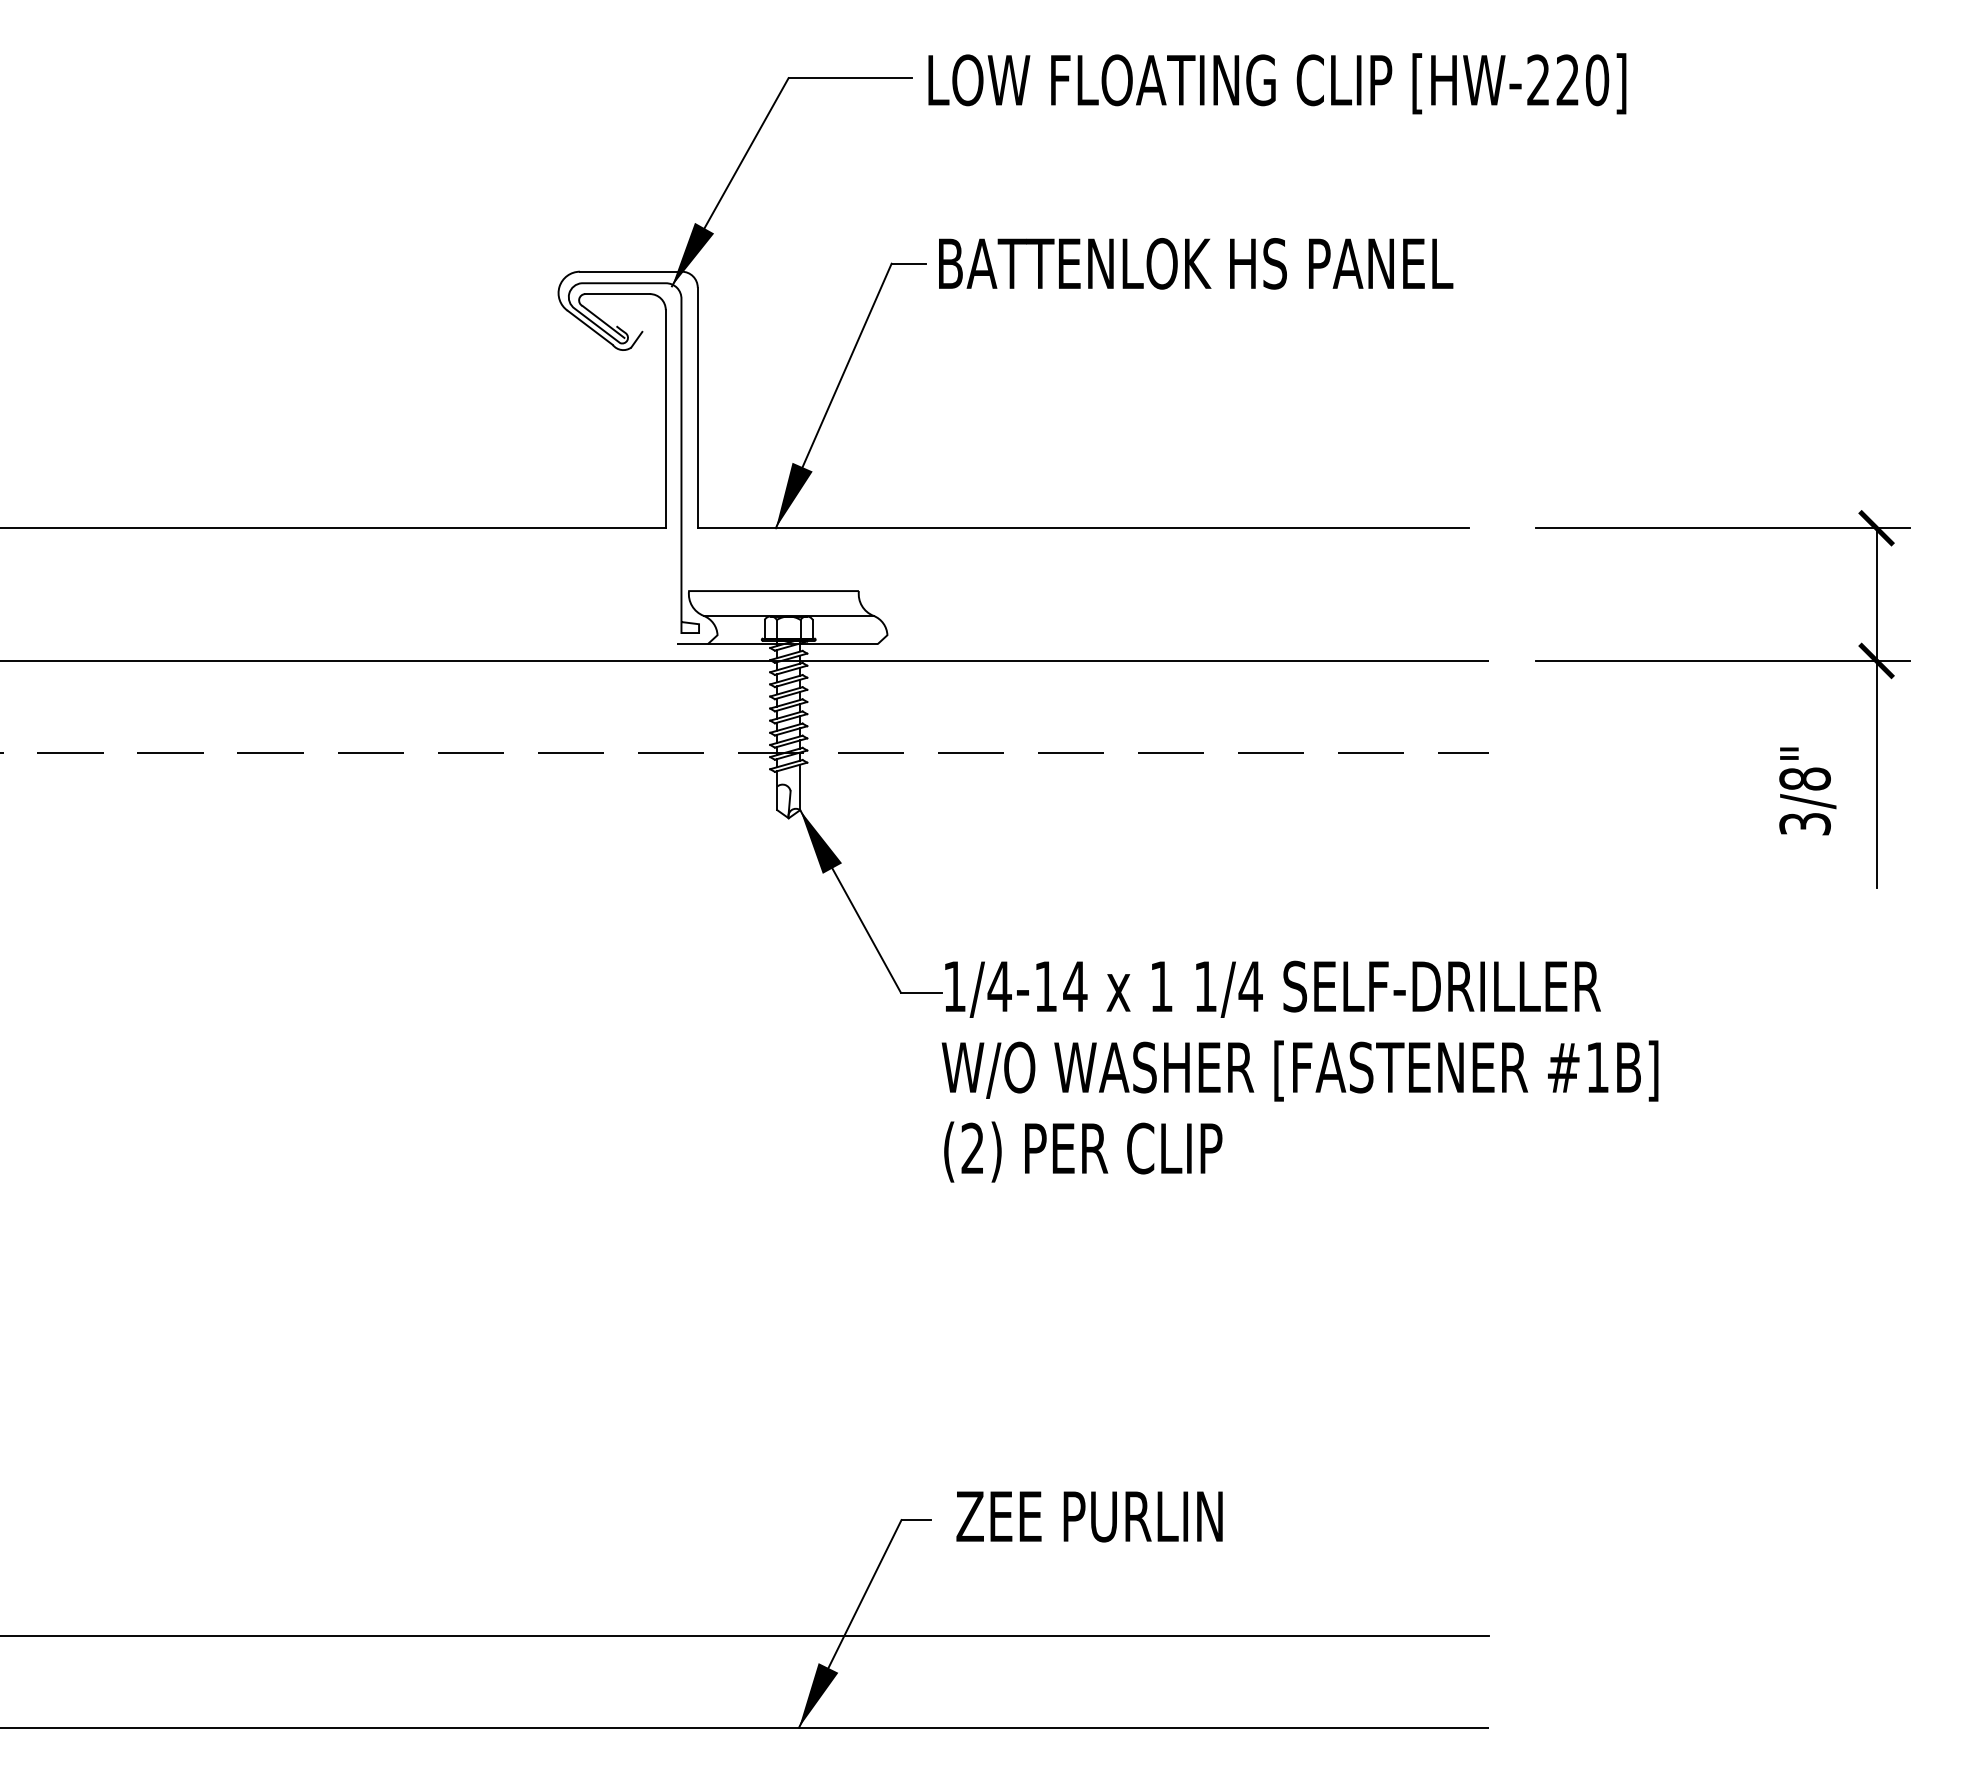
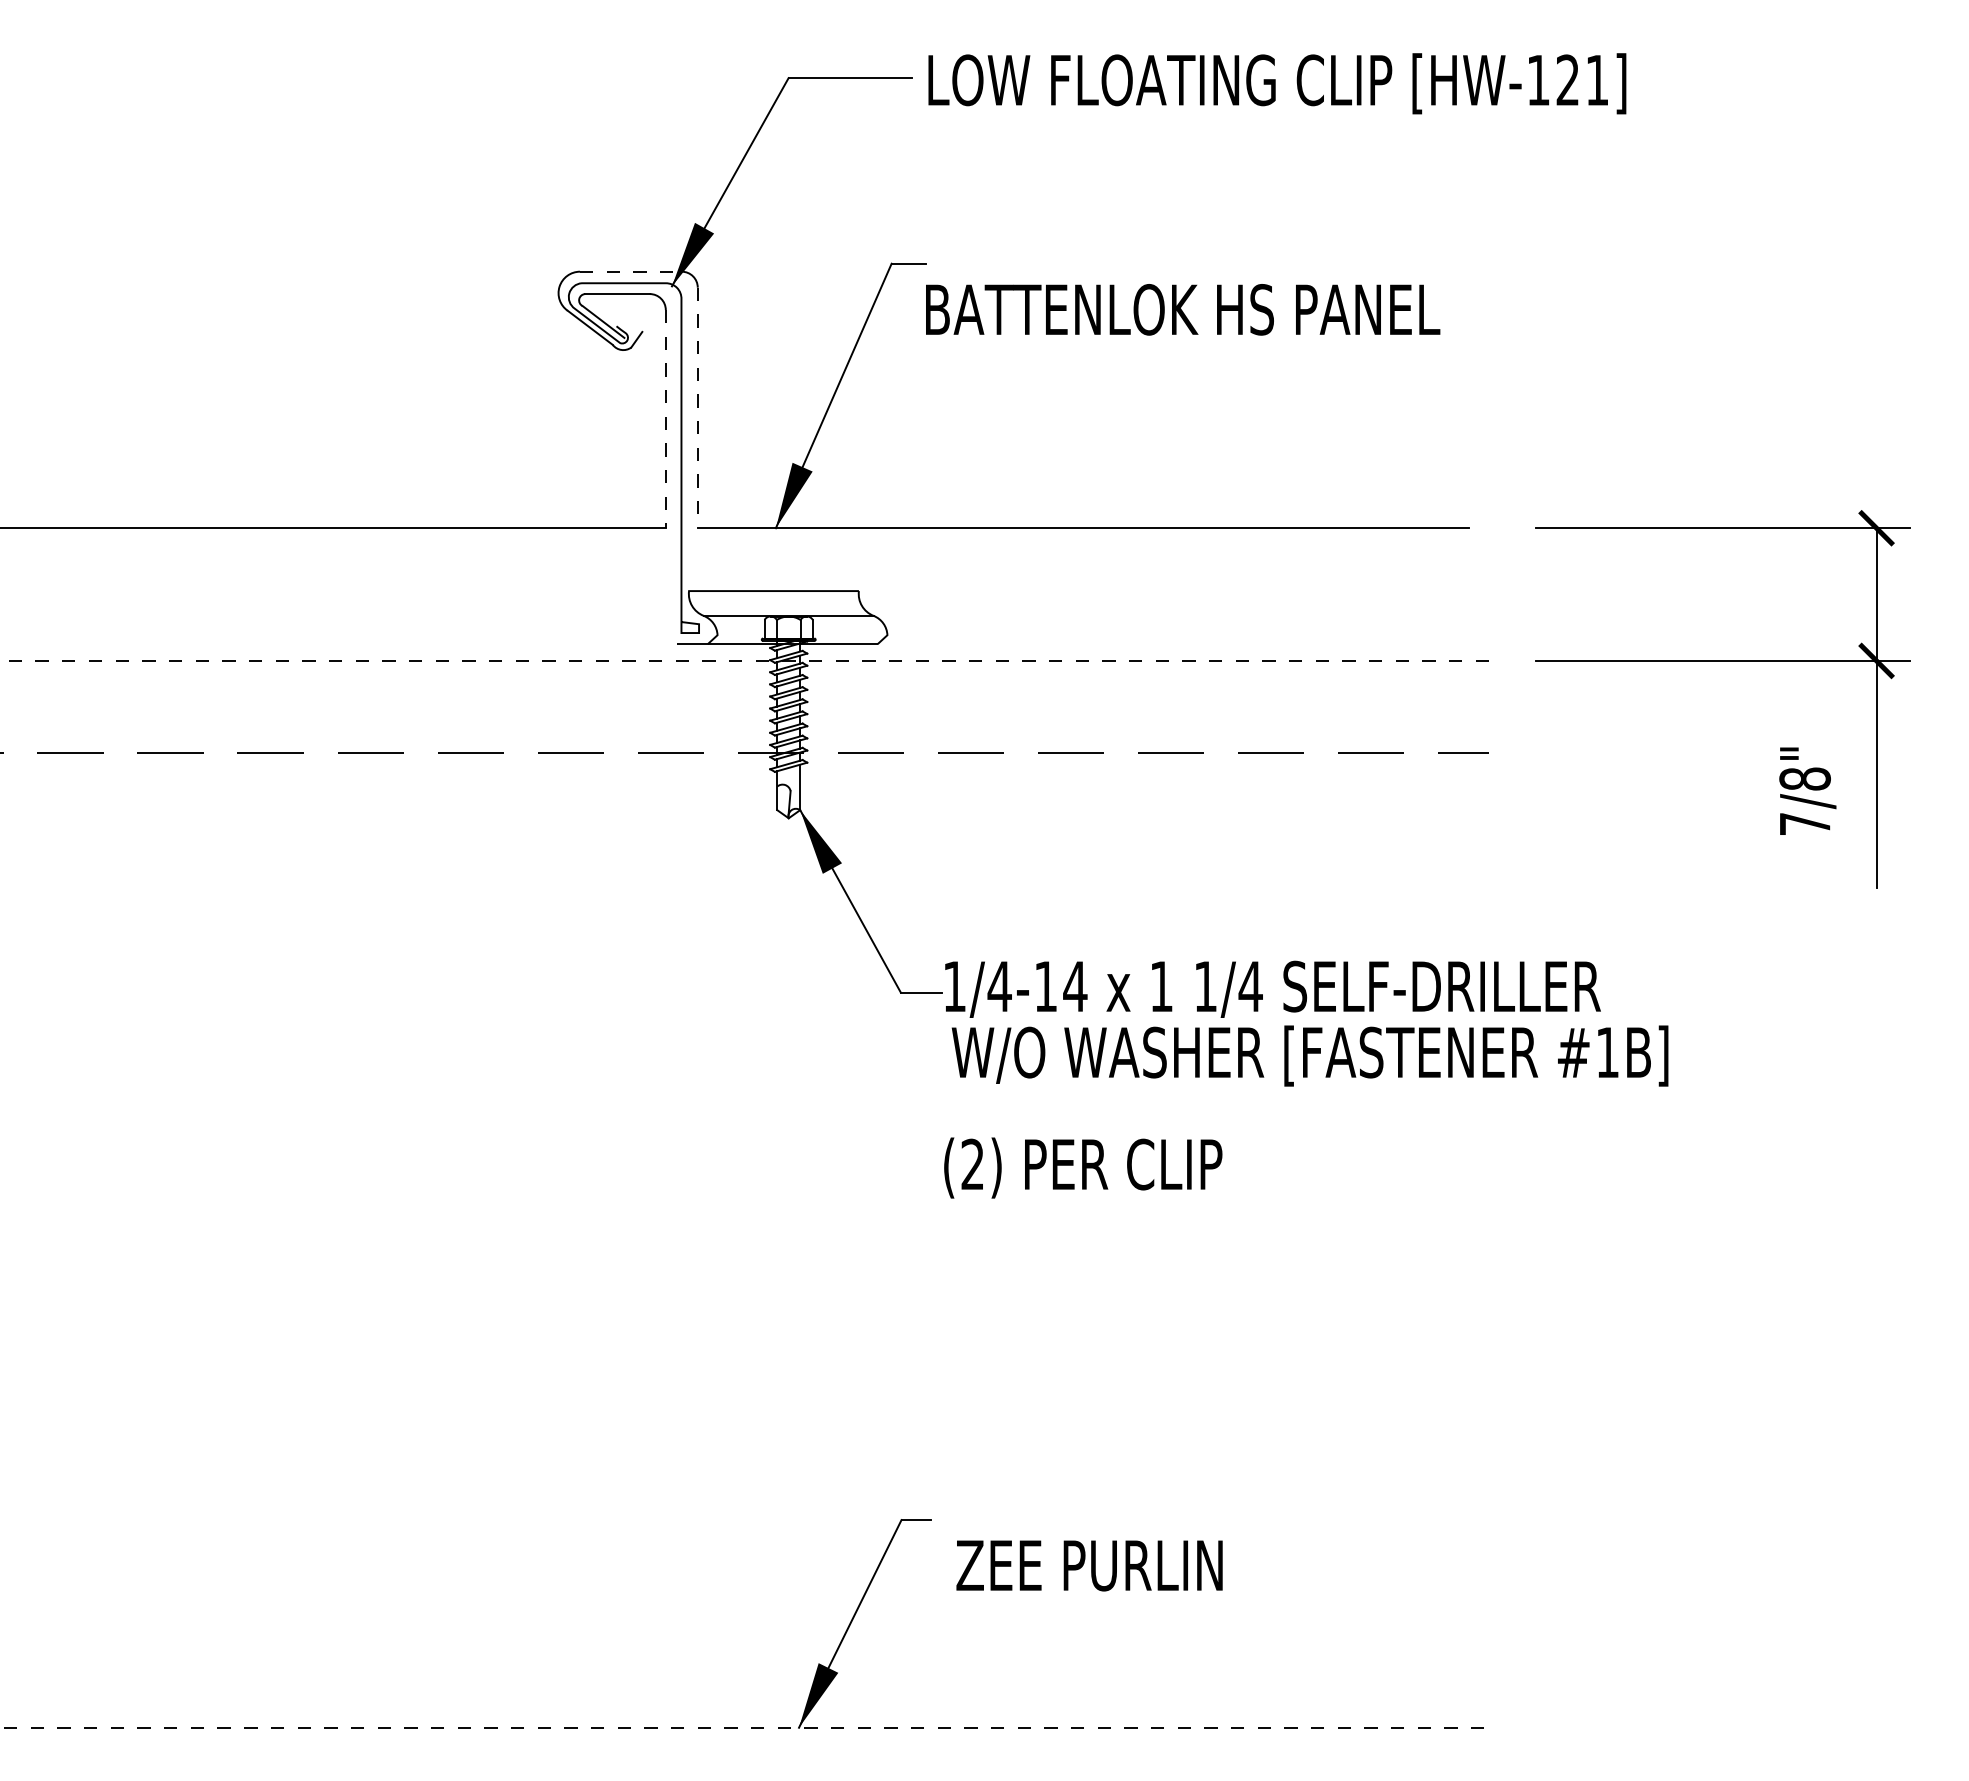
text at (1568, 80): [HW-220] -> [HW-121]
text at (1196, 263) position: (1196, 263) -> (1183, 309)
line at (630, 271): solid -> dashed
line at (697, 408): solid -> dashed
line at (665, 419): solid -> dashed
line at (744, 660): solid -> dashed
text at (1804, 824): 3/8" -> 7/8"
text at (1299, 1070) position: (1299, 1070) -> (1309, 1055)
text at (1083, 1151) position: (1083, 1151) -> (1083, 1167)
text at (1089, 1516) position: (1089, 1516) -> (1089, 1565)
line at (745, 1635): present -> none
line at (745, 1727): solid -> dashed
